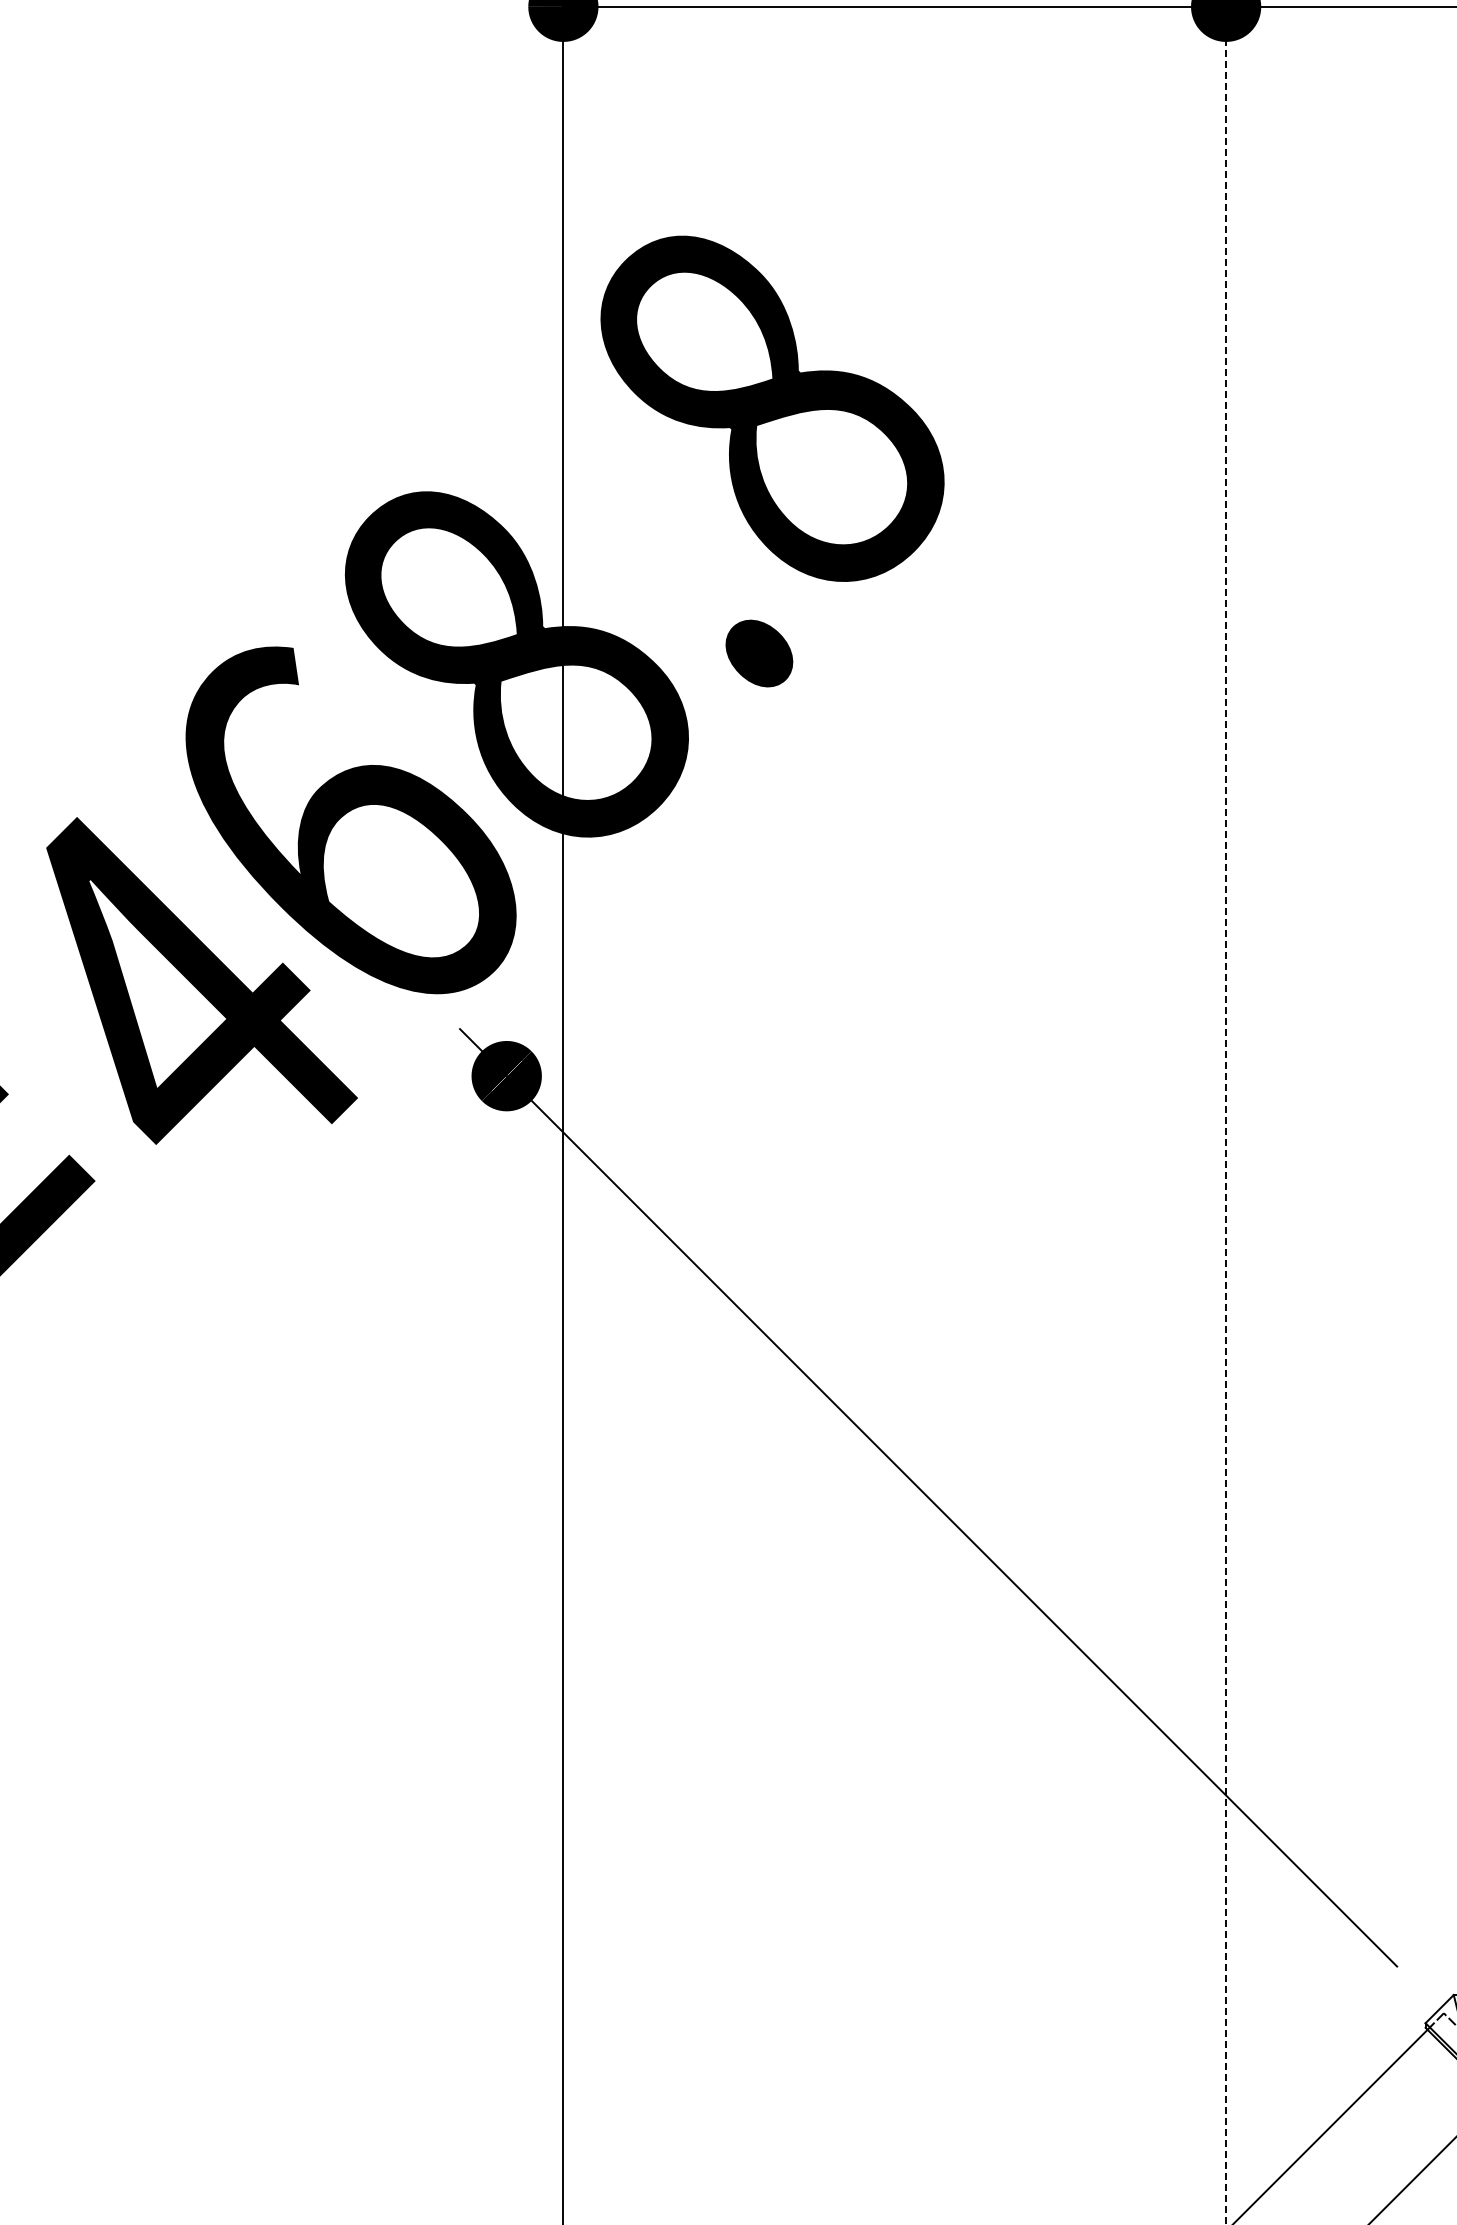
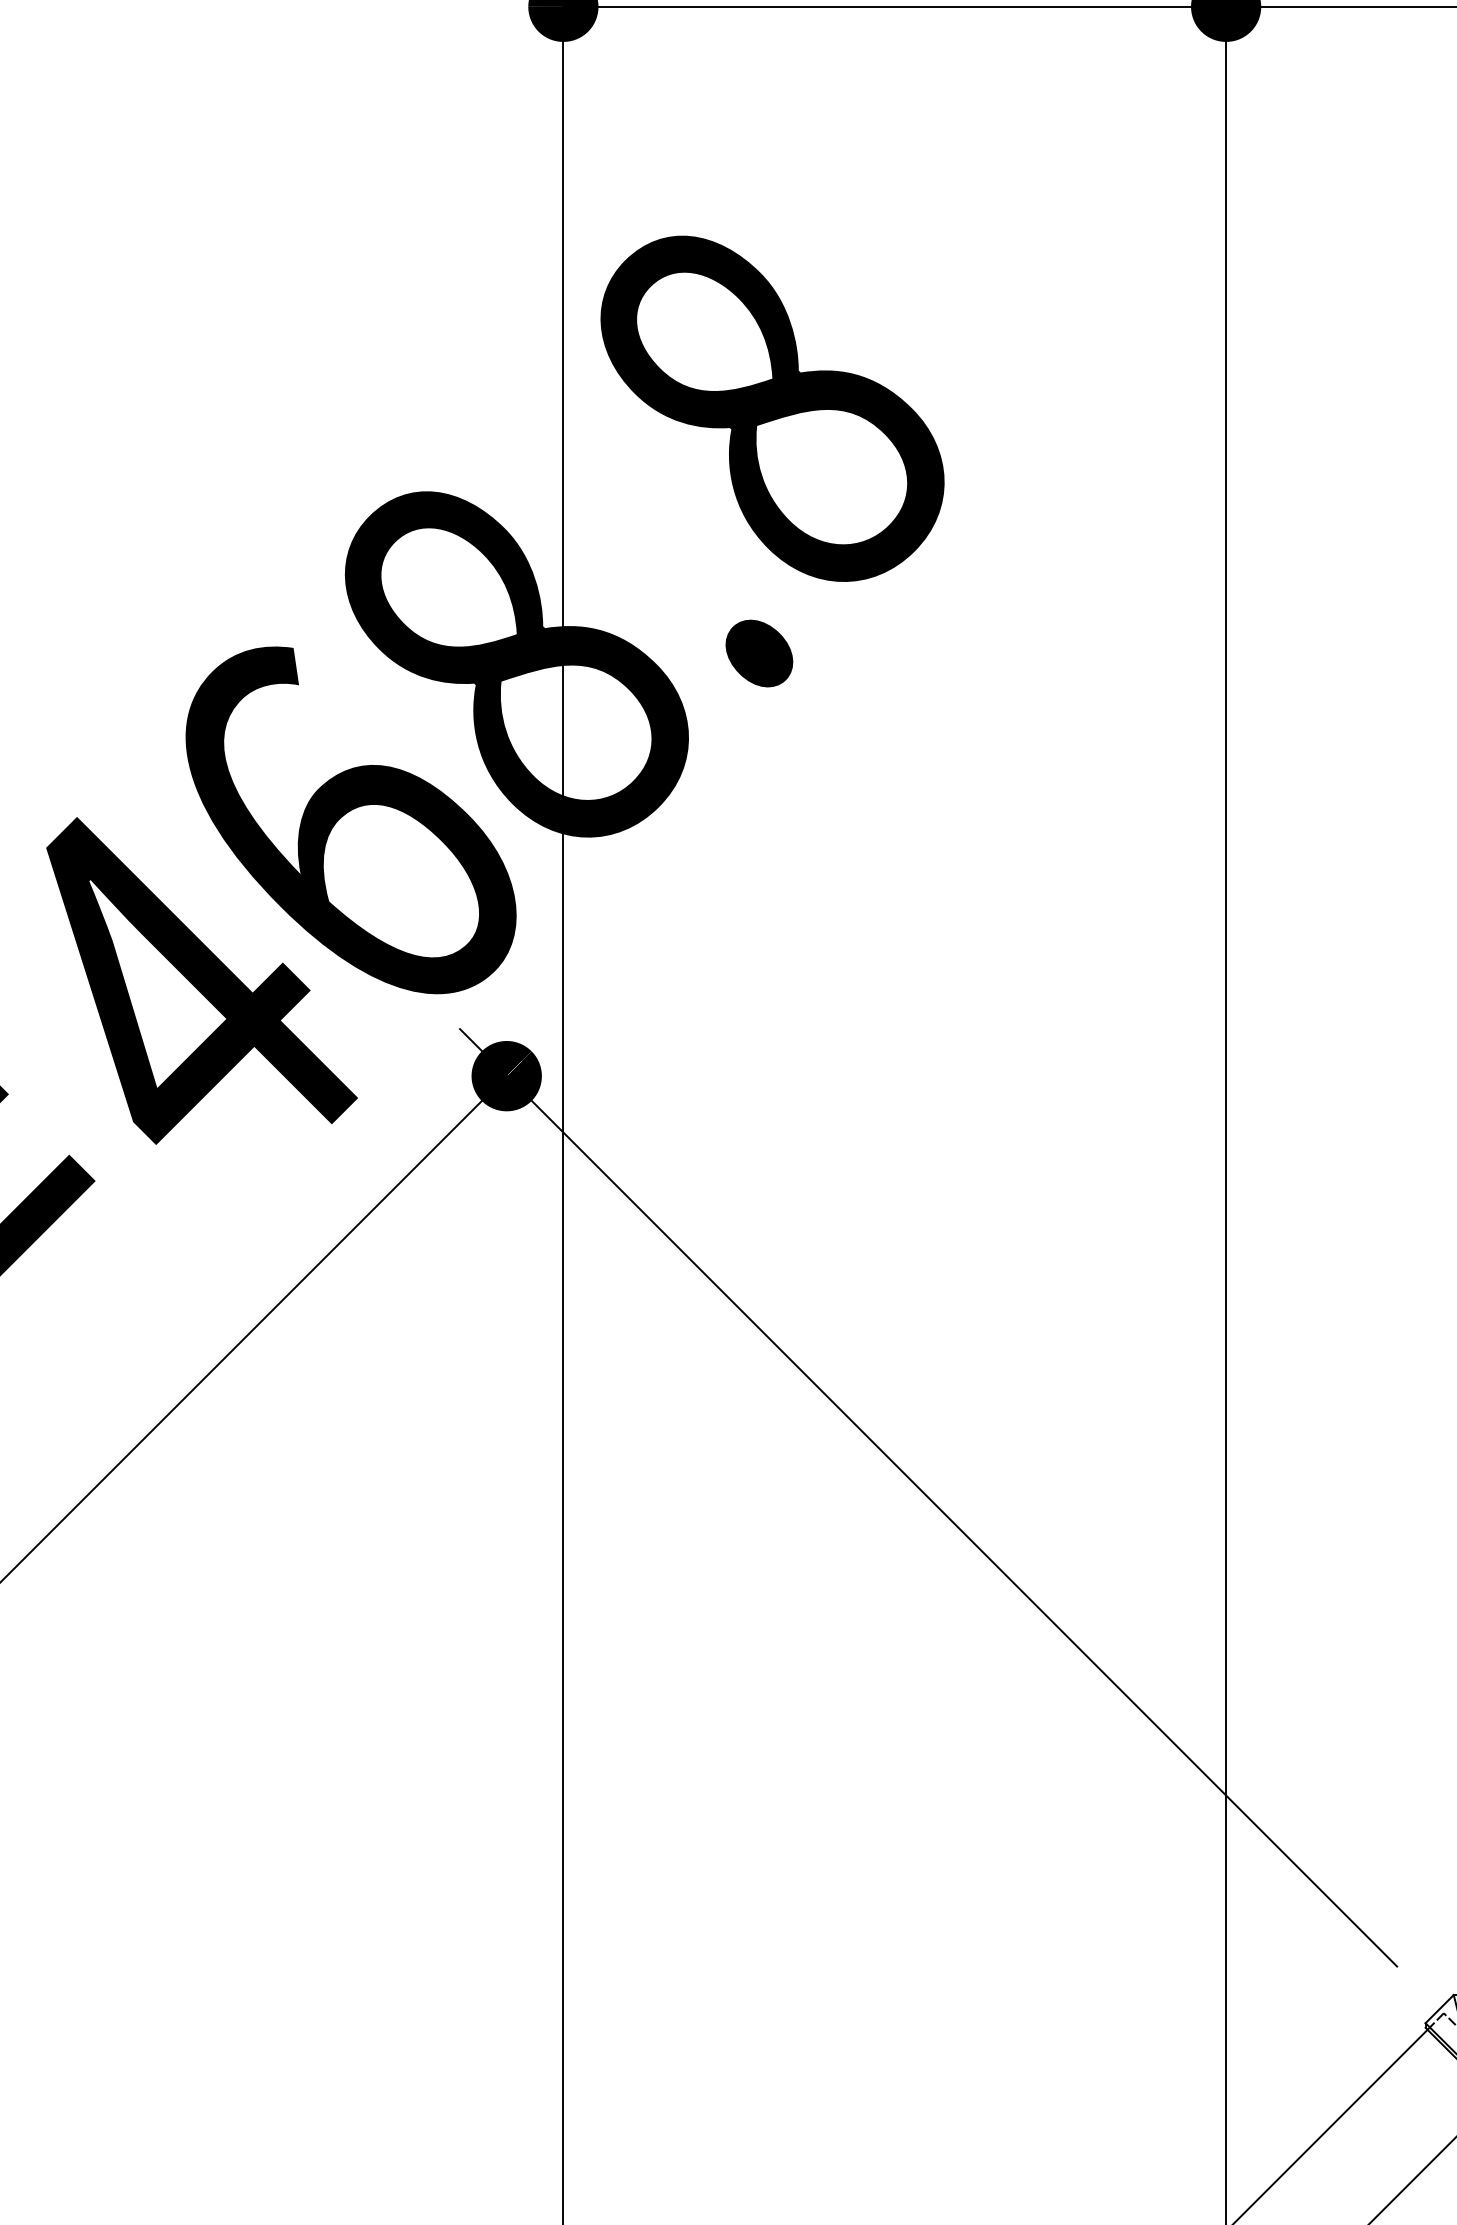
line at (1226, 1112): dashed -> solid
line at (254, 1328): none -> present
